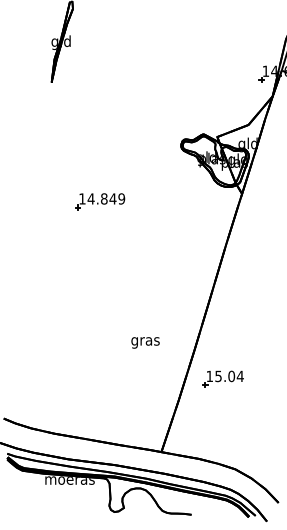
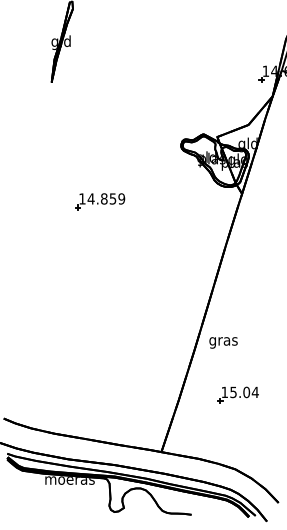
text at (112, 198): 14.849 -> 14.859
text at (145, 342) position: (145, 342) -> (223, 342)
part at (222, 378) position: (222, 378) -> (237, 394)
